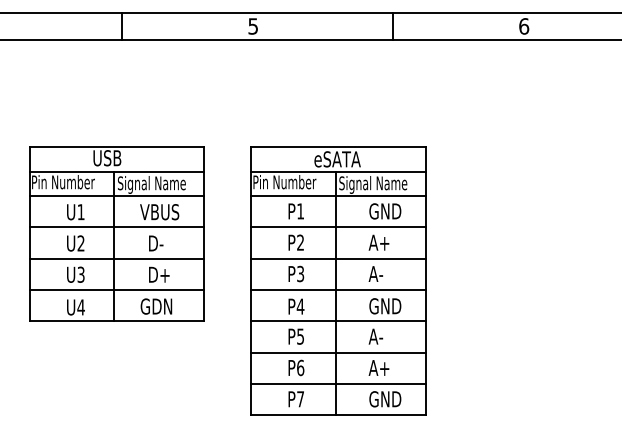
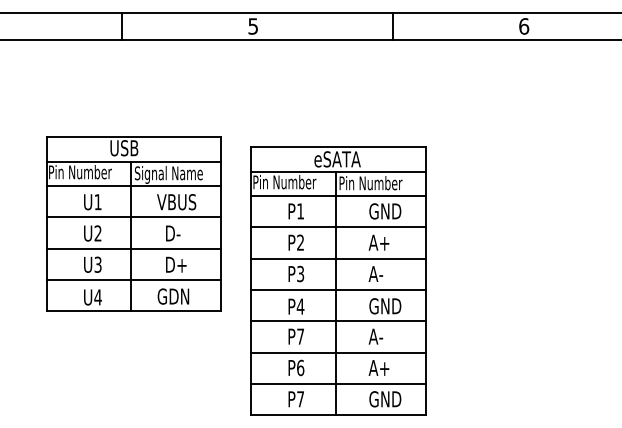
text at (373, 184): Signal Name -> Pin Number
part at (116, 233) position: (116, 233) -> (133, 223)
text at (300, 336): P5 -> P7
